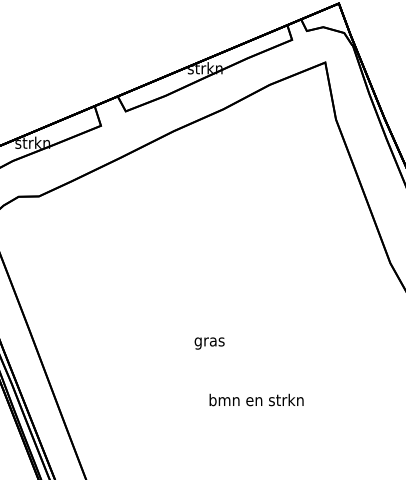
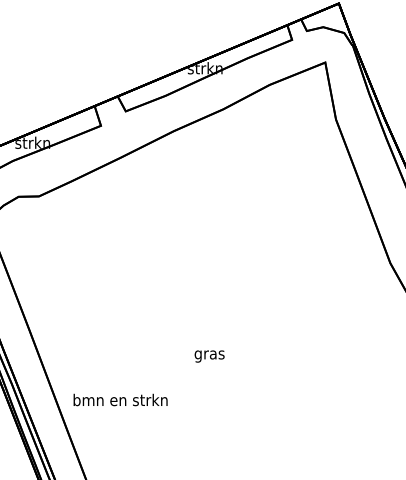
text at (209, 343) position: (209, 343) -> (209, 356)
text at (256, 399) position: (256, 399) -> (120, 399)
